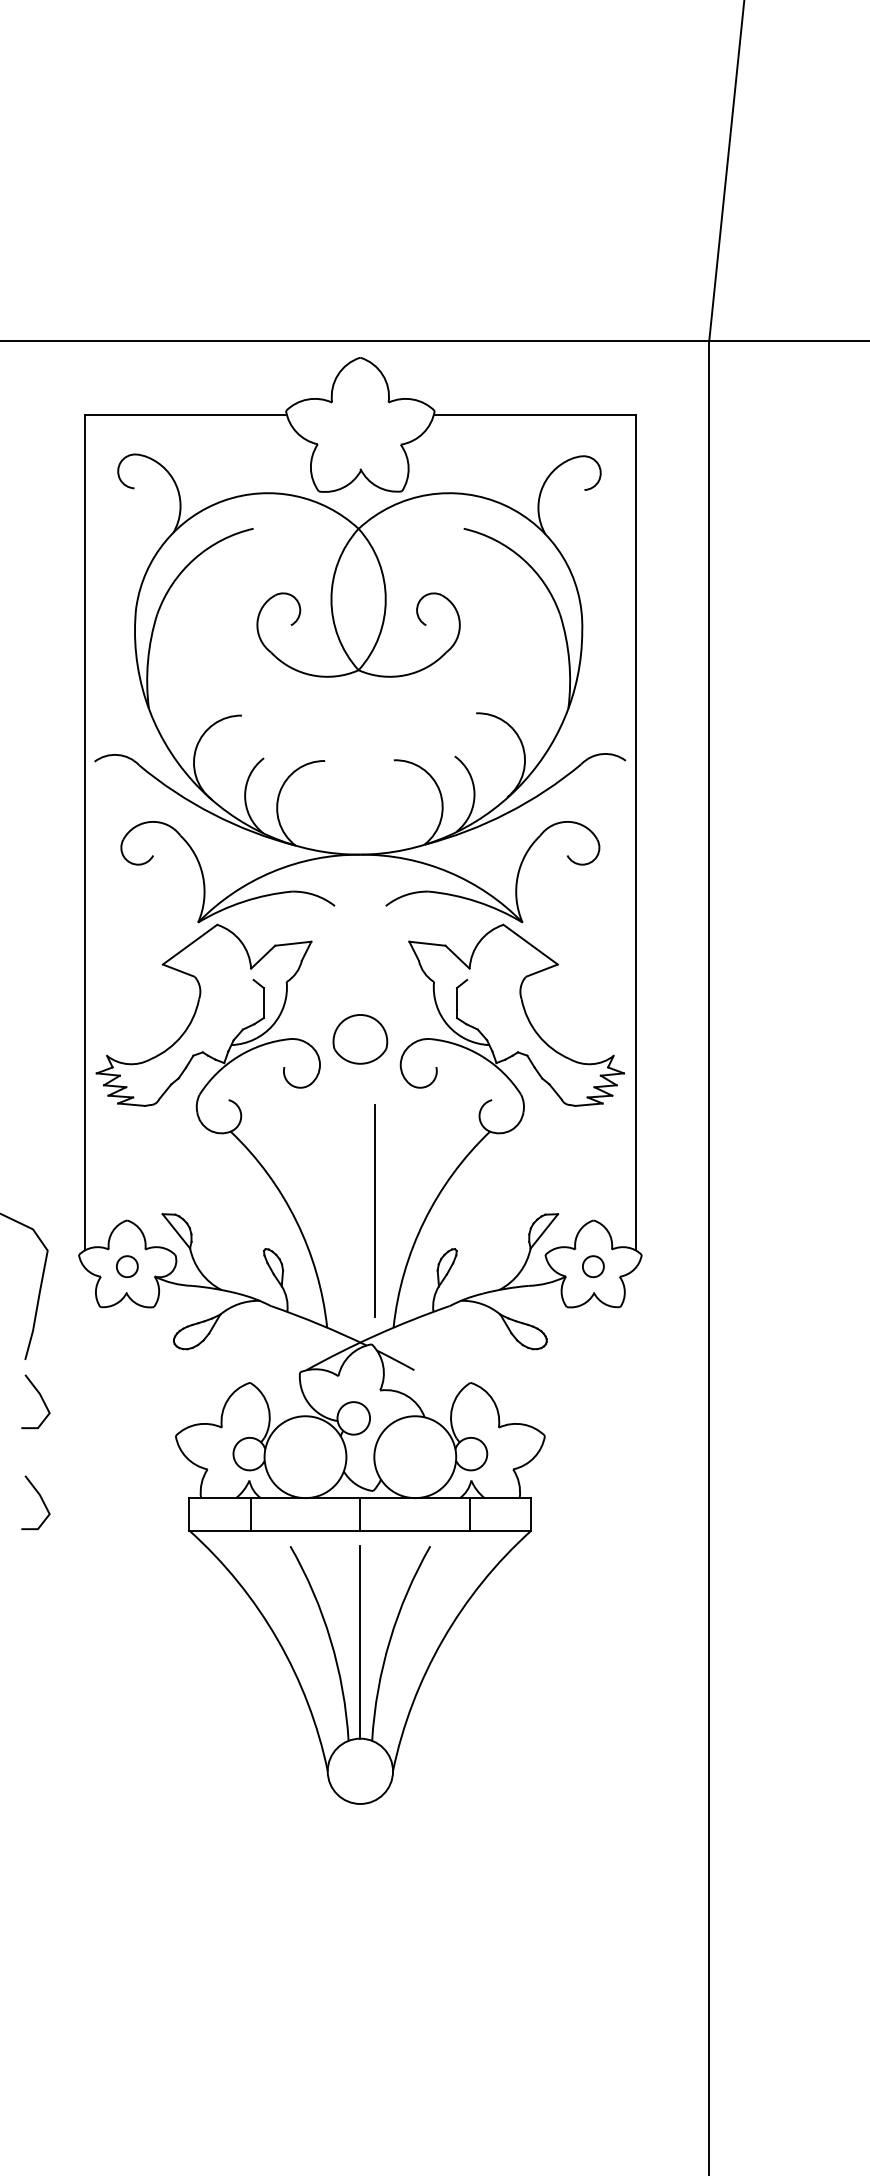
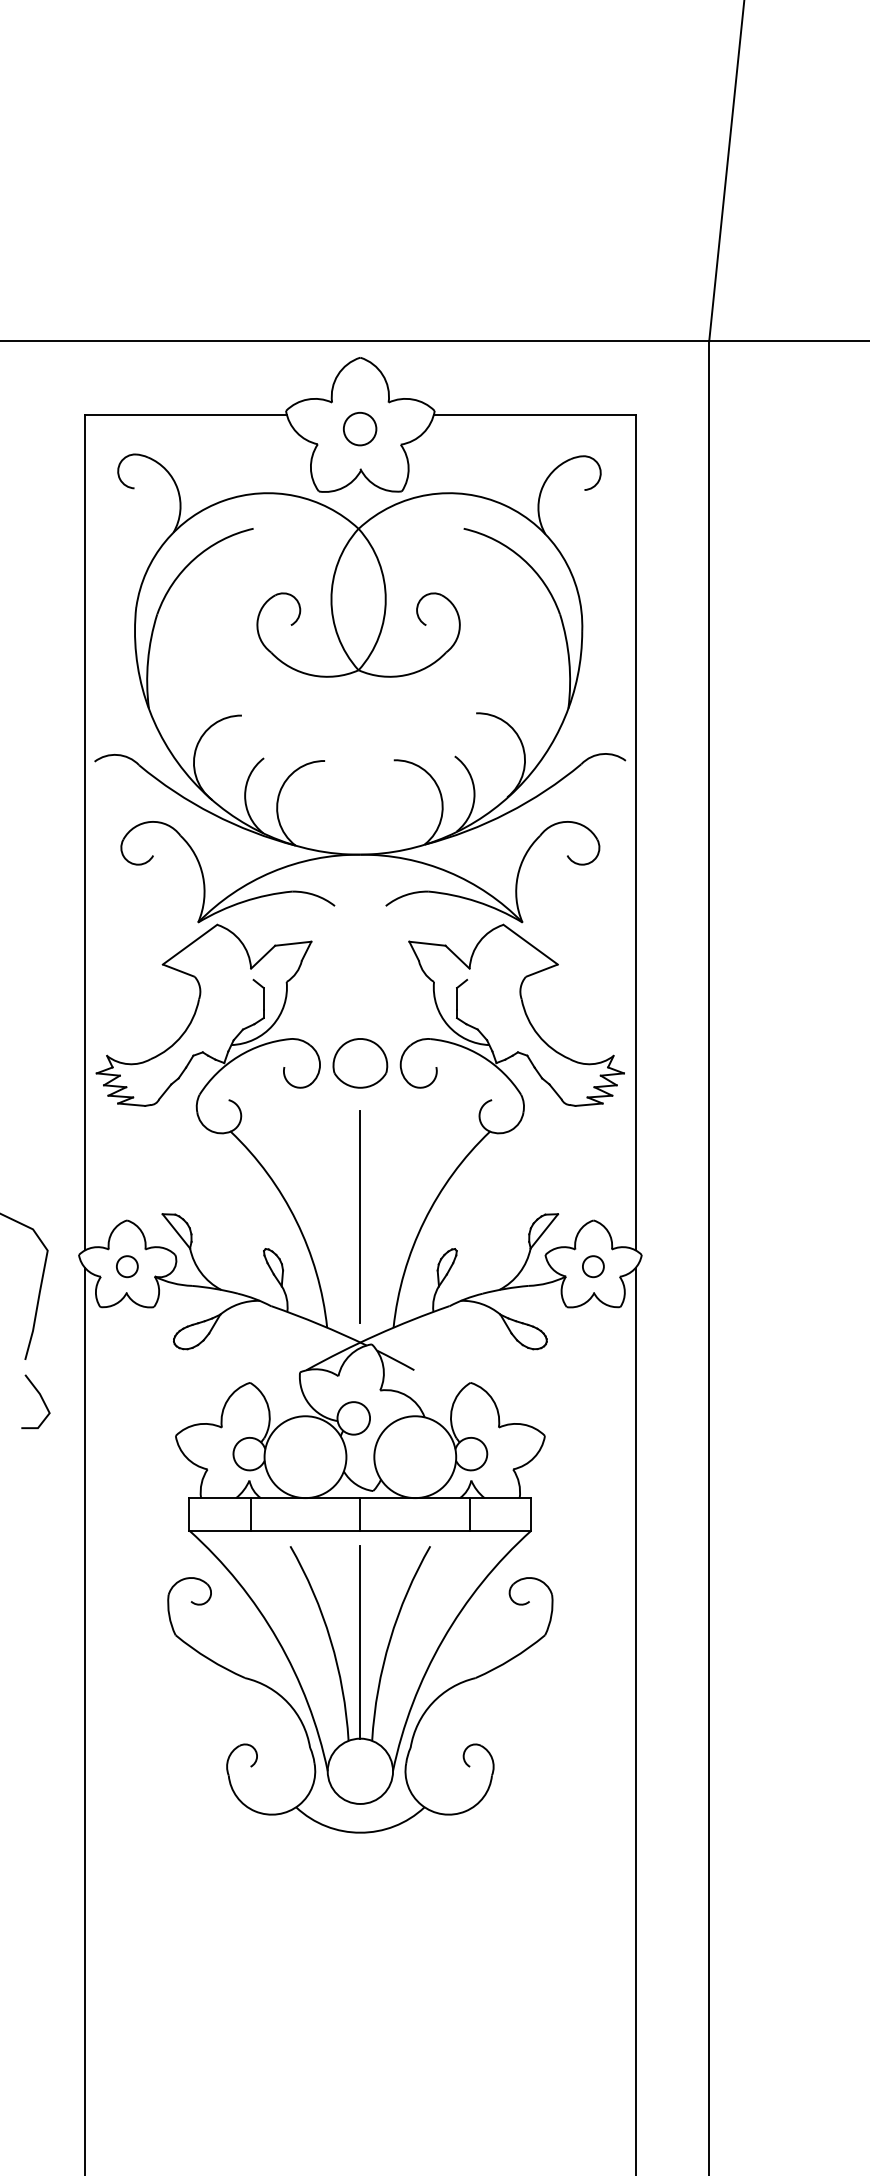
circle at (360, 429): none -> present
part at (360, 1039) position: (360, 1039) -> (360, 1063)
line at (374, 1210) position: (374, 1210) -> (359, 1216)
line at (41, 1500): present -> none
line at (85, 1719): none -> present
line at (635, 1719): none -> present
part at (414, 1729): none -> present
